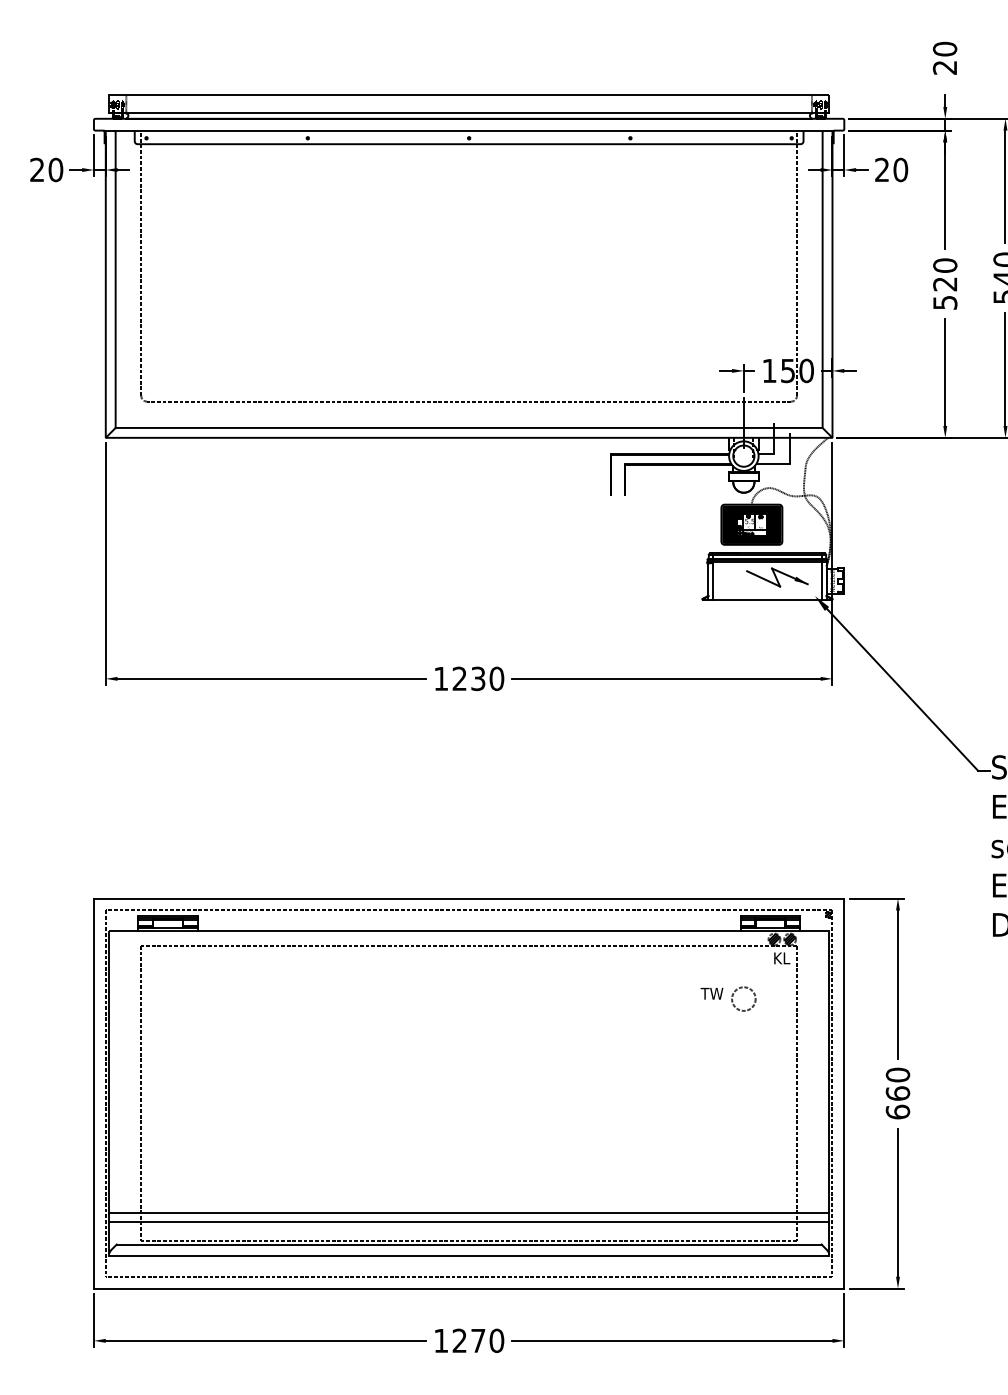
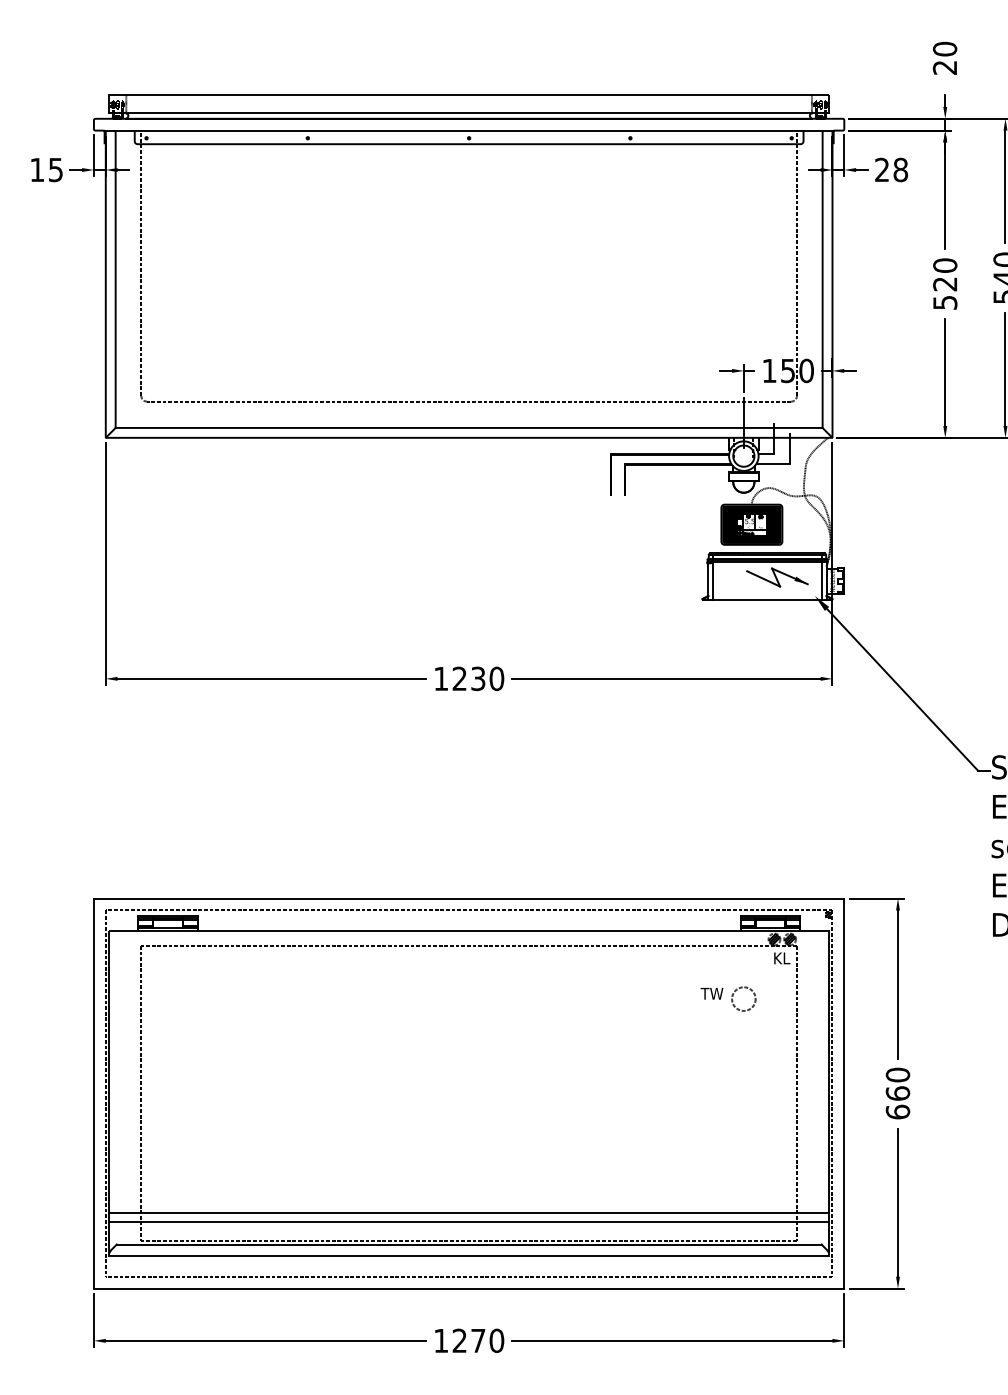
text at (46, 169): 20 -> 15
text at (900, 169): 20 -> 28
